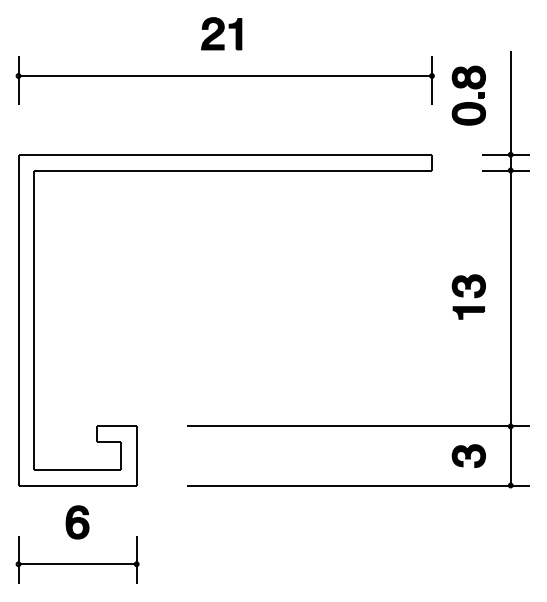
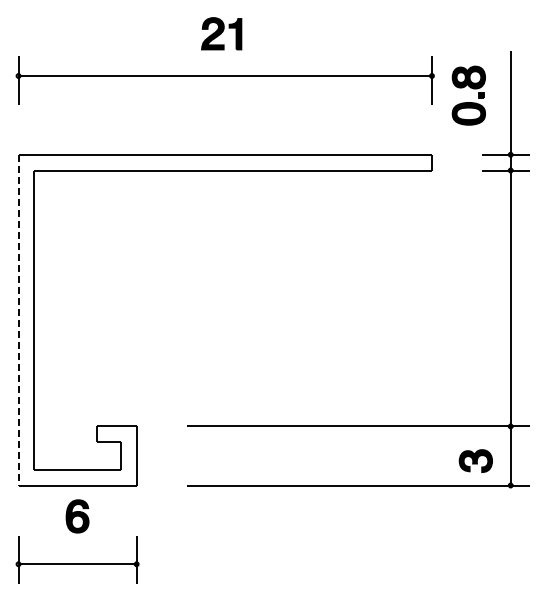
part at (468, 296): present -> none
line at (18, 320): solid -> dashed
part at (468, 455) position: (468, 455) -> (475, 460)
part at (77, 522) position: (77, 522) -> (77, 516)
